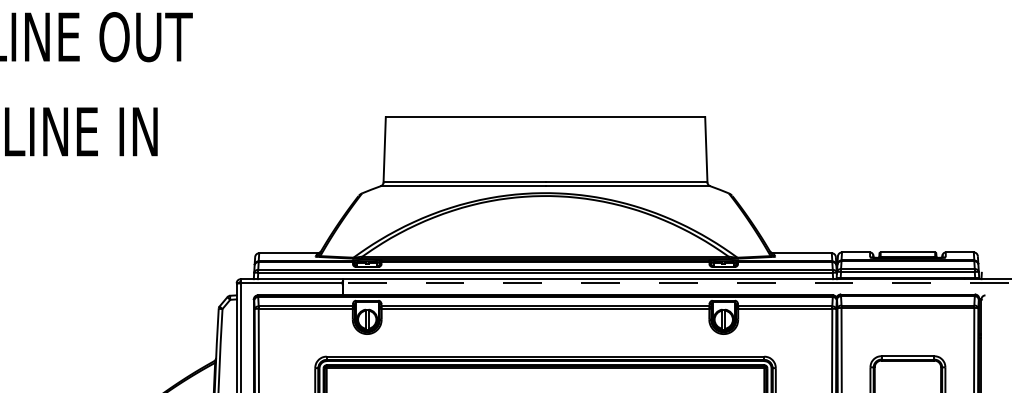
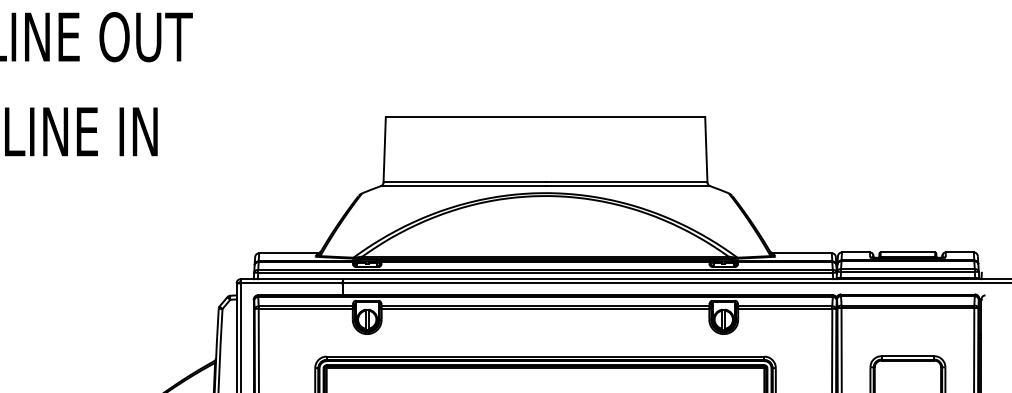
line at (676, 283): dashed -> solid
